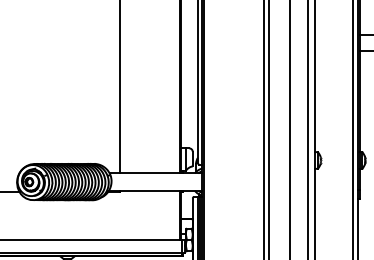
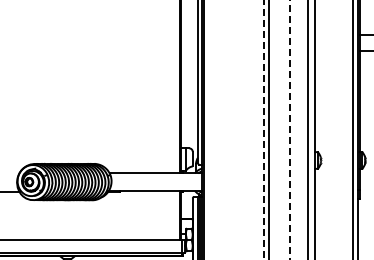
line at (120, 87): present -> none
line at (264, 130): solid -> dashed
line at (290, 130): solid -> dashed
